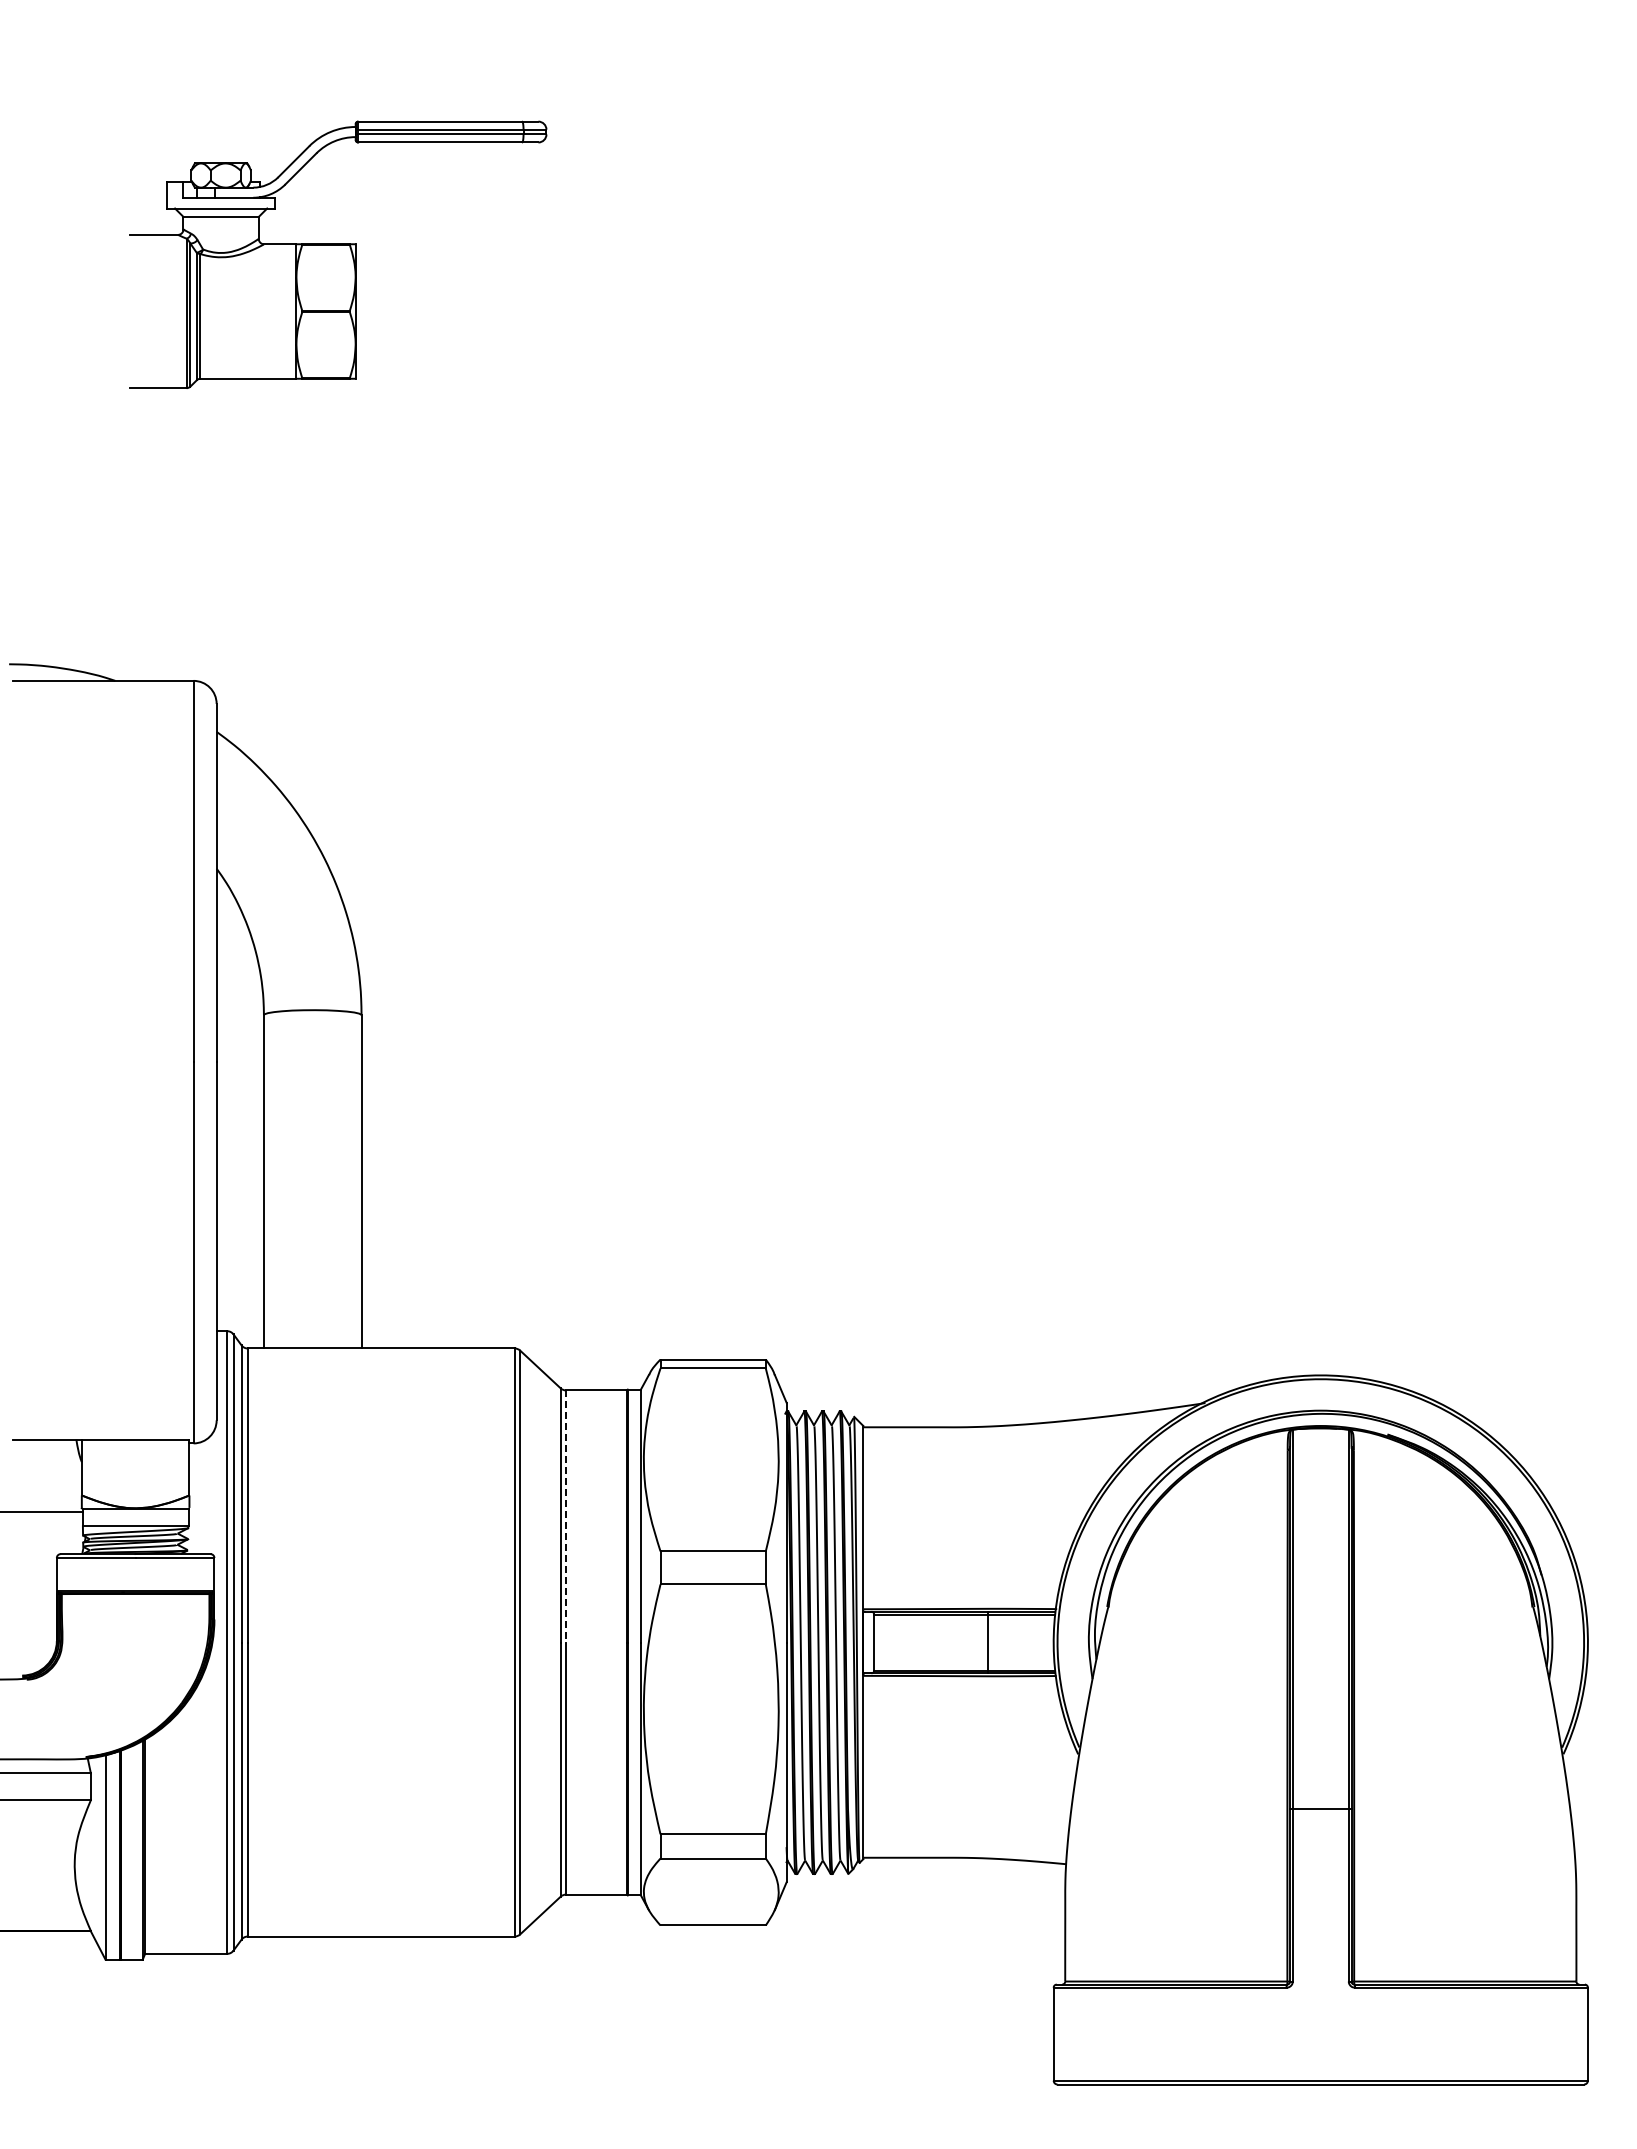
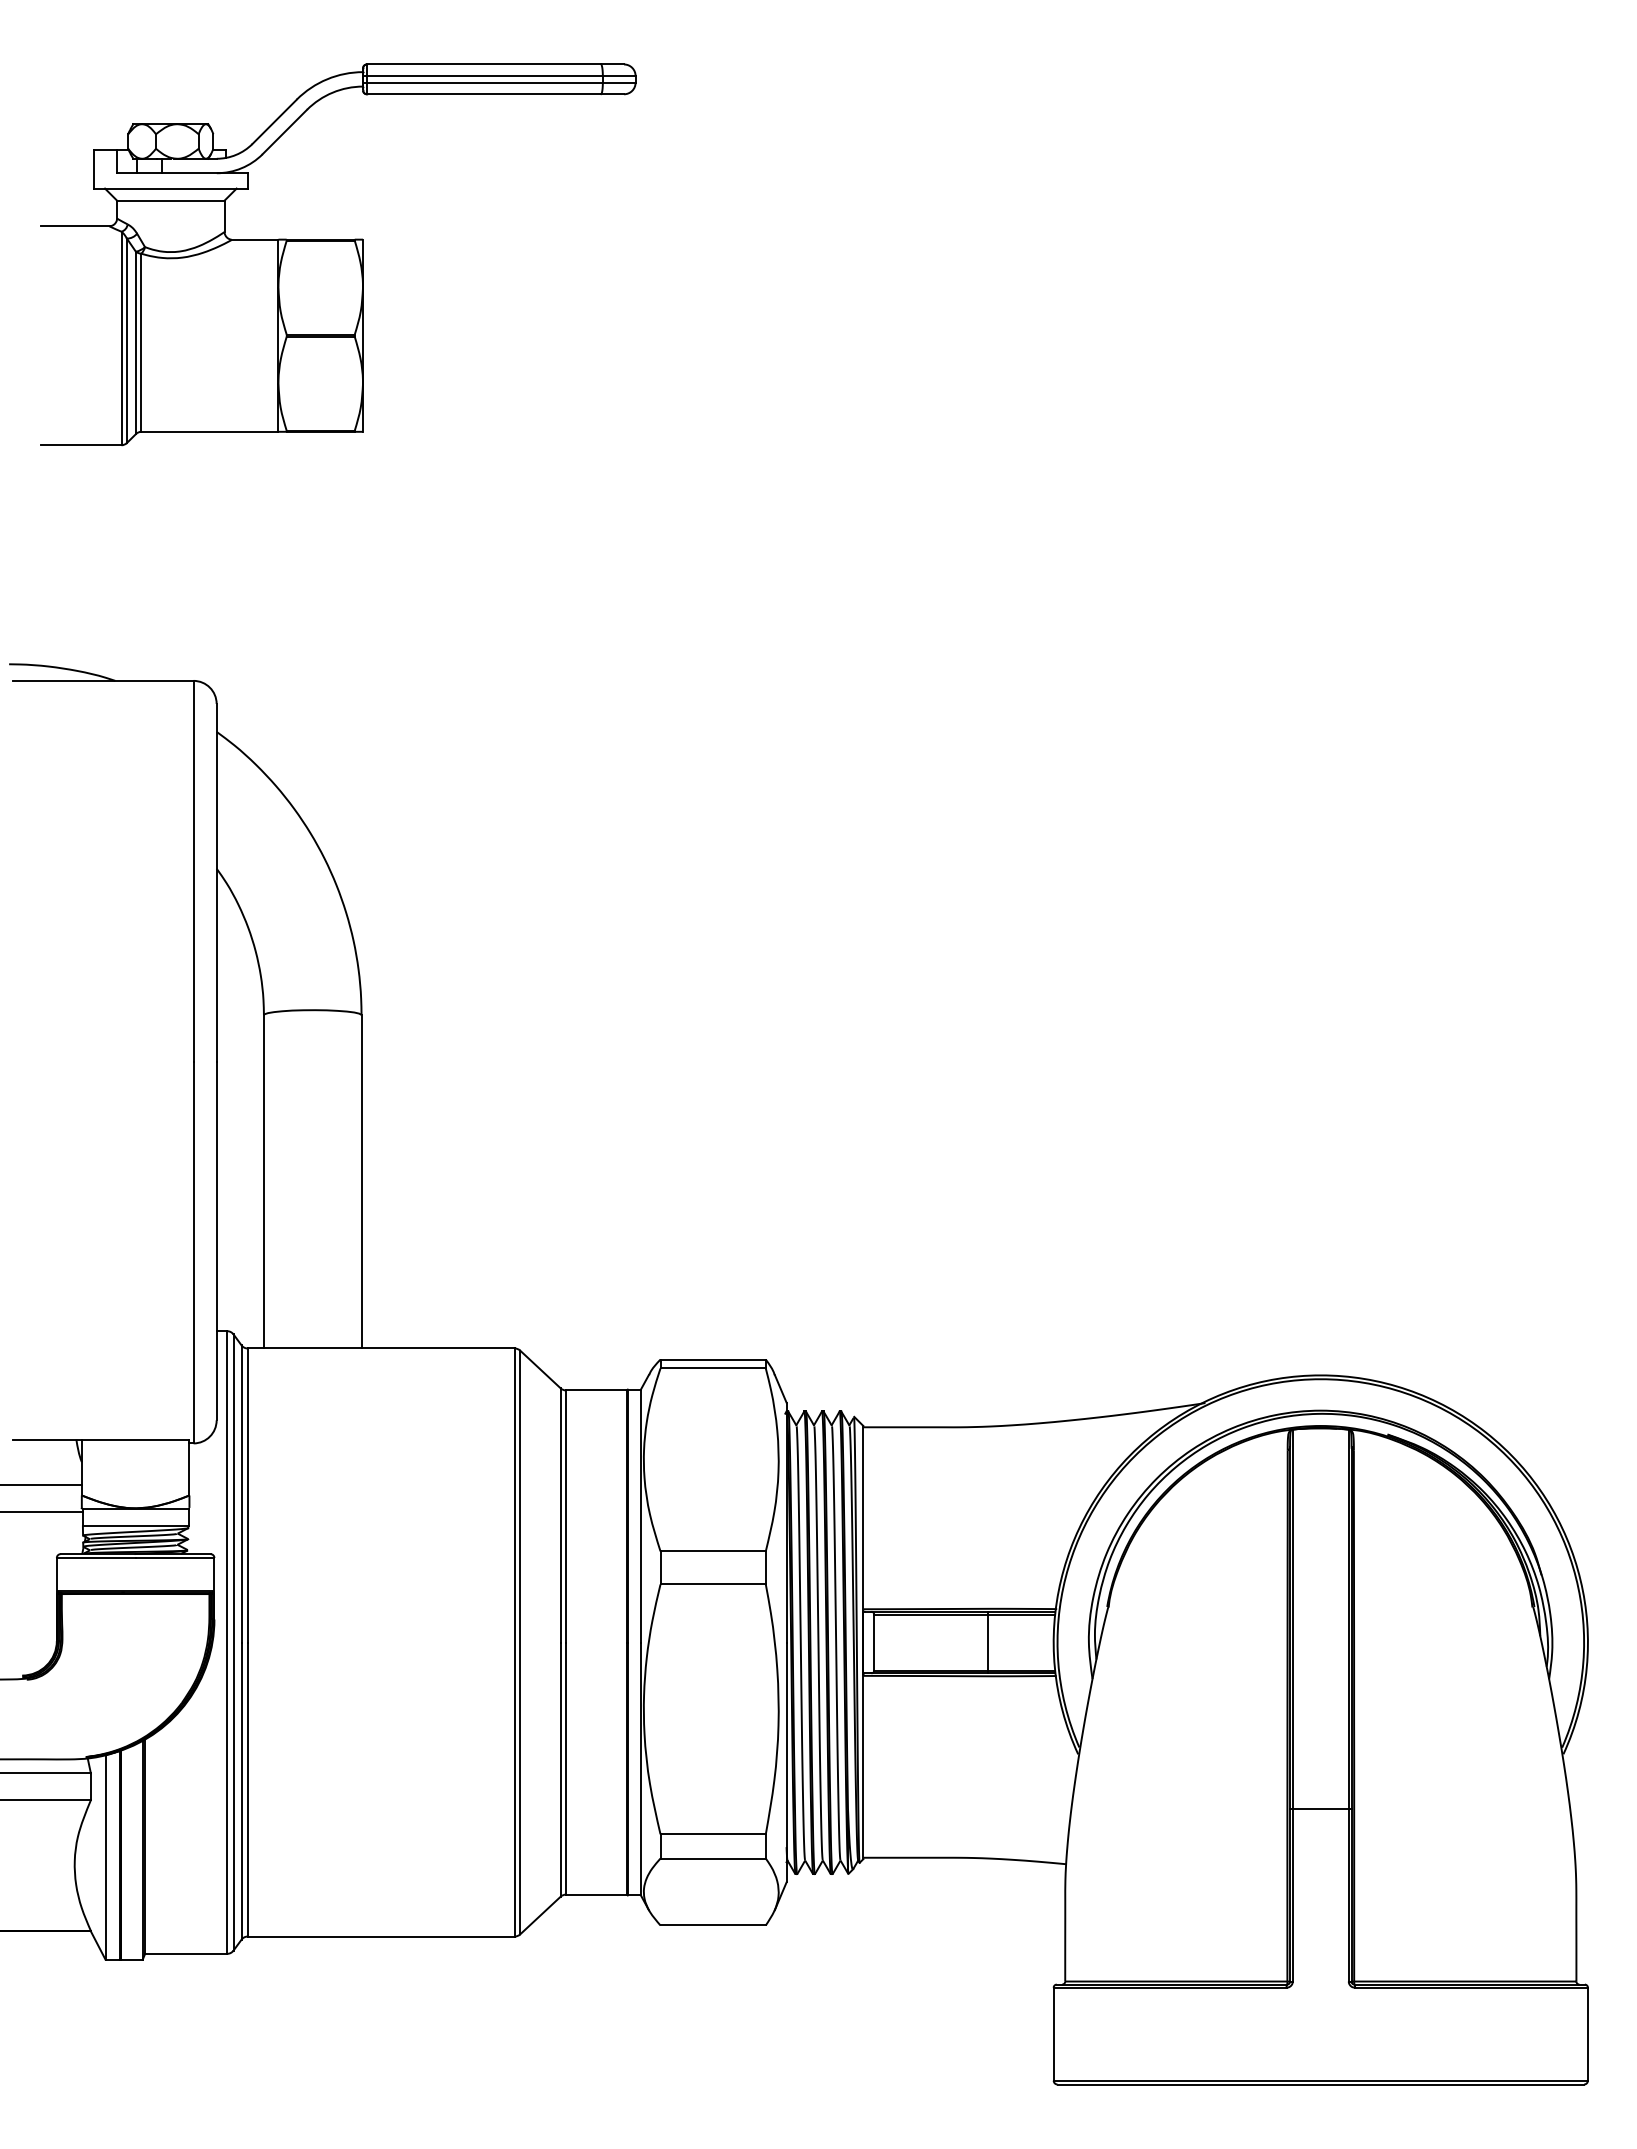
part at (338, 254) size: 419x269 px -> 597x384 px
line at (41, 1484): none -> present
line at (565, 1516): dashed -> solid
